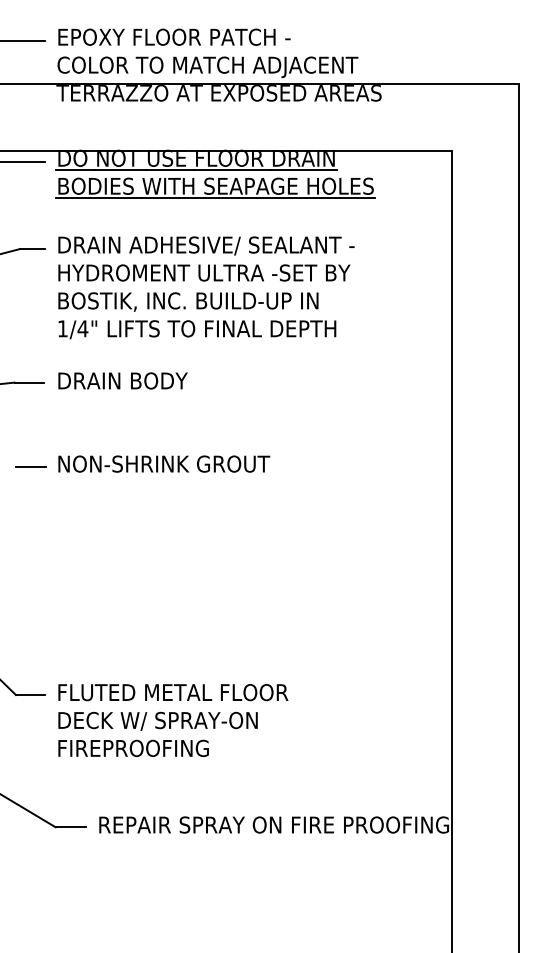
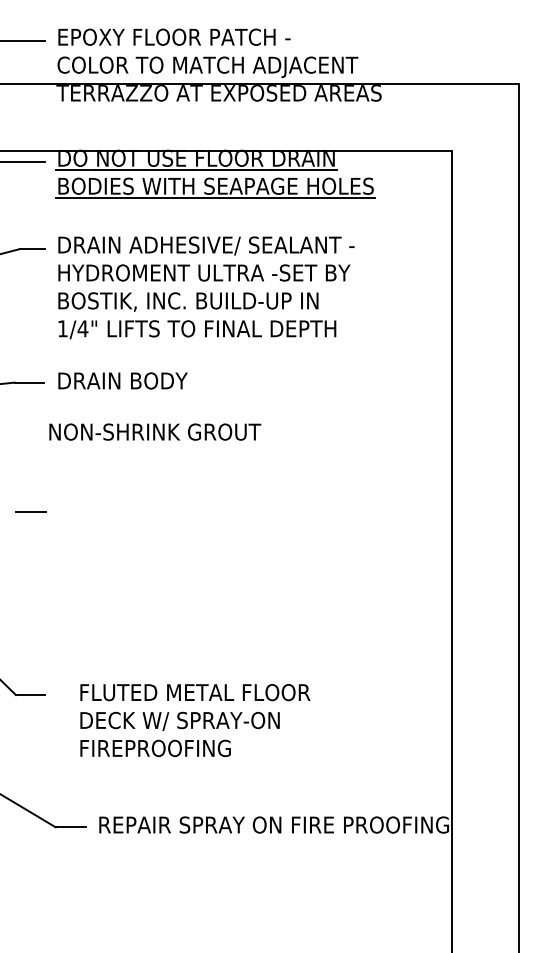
text at (164, 463) position: (164, 463) -> (155, 431)
line at (30, 466) position: (30, 466) -> (30, 511)
text at (173, 720) position: (173, 720) -> (195, 720)
